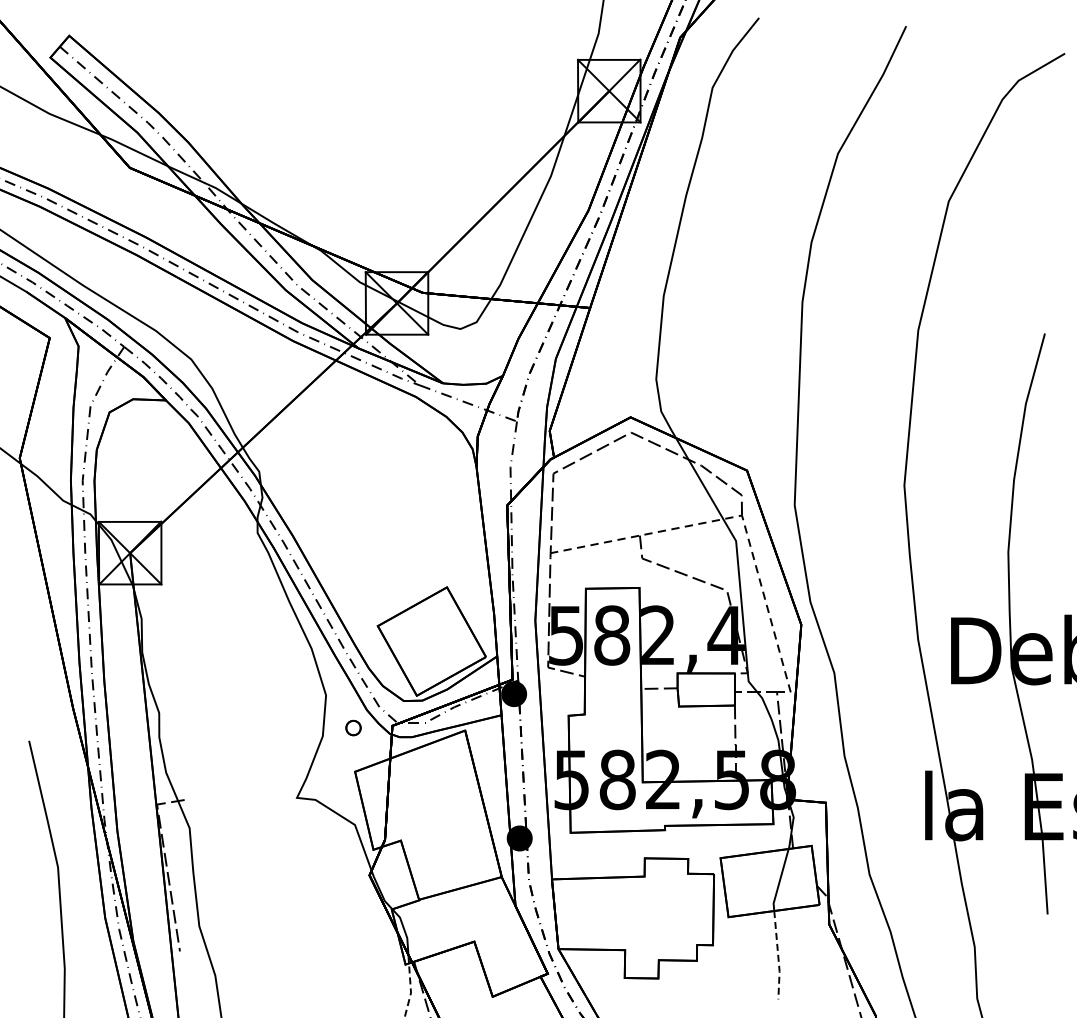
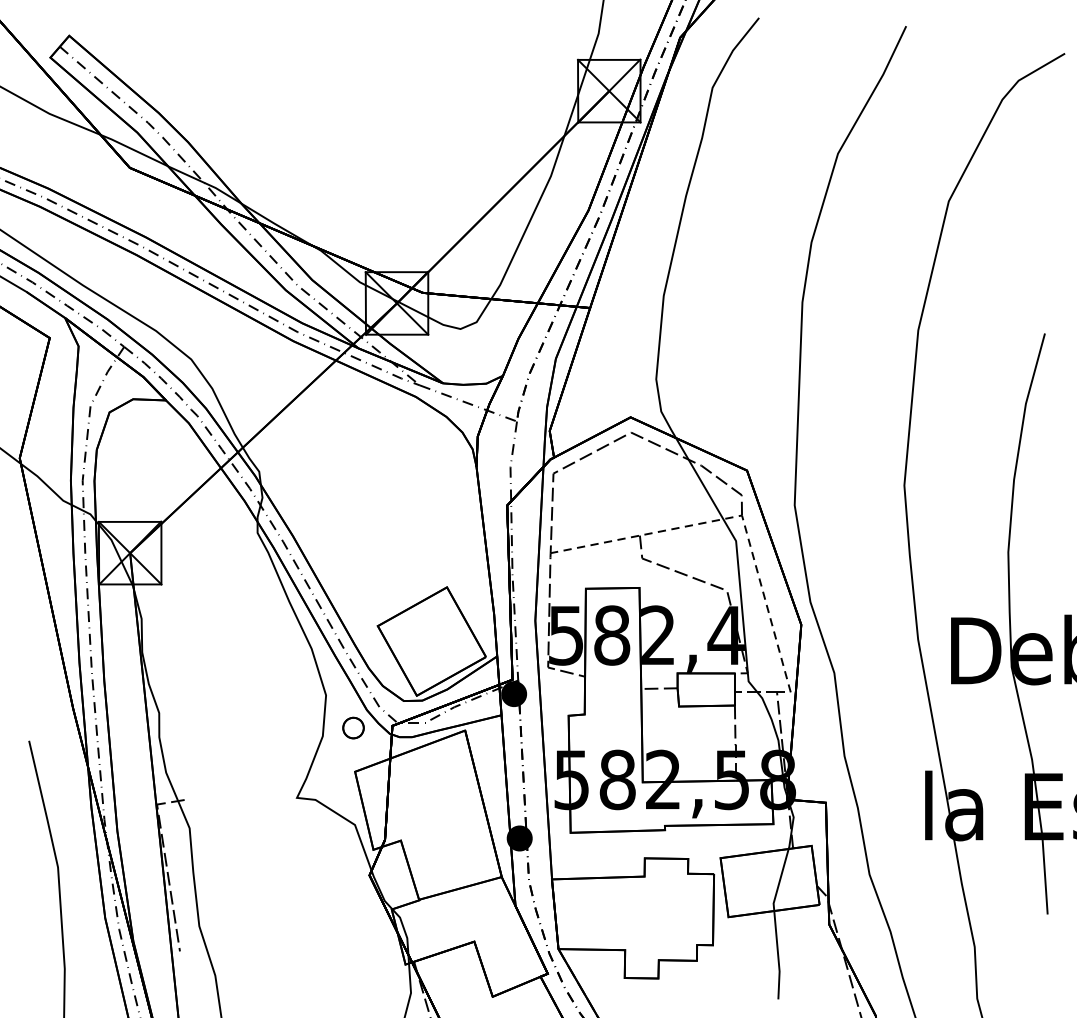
part at (353, 727) size: 17x18 px -> 23x24 px
line at (778, 955): dashed -> solid
line at (410, 991): dashed -> solid
